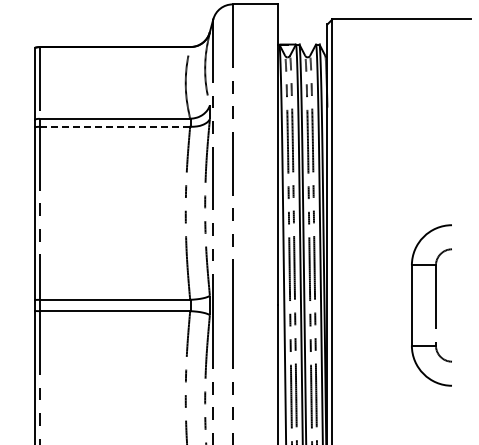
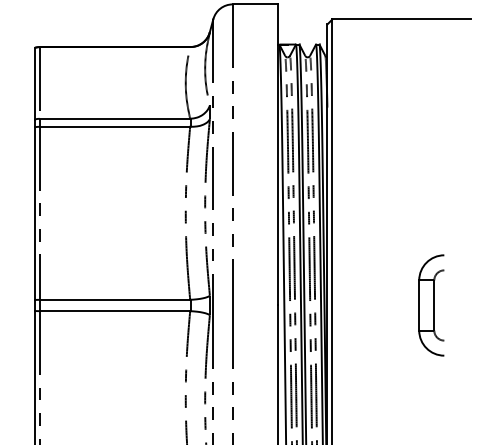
line at (114, 126): dashed -> solid
part at (431, 305) size: 41x163 px -> 27x103 px
